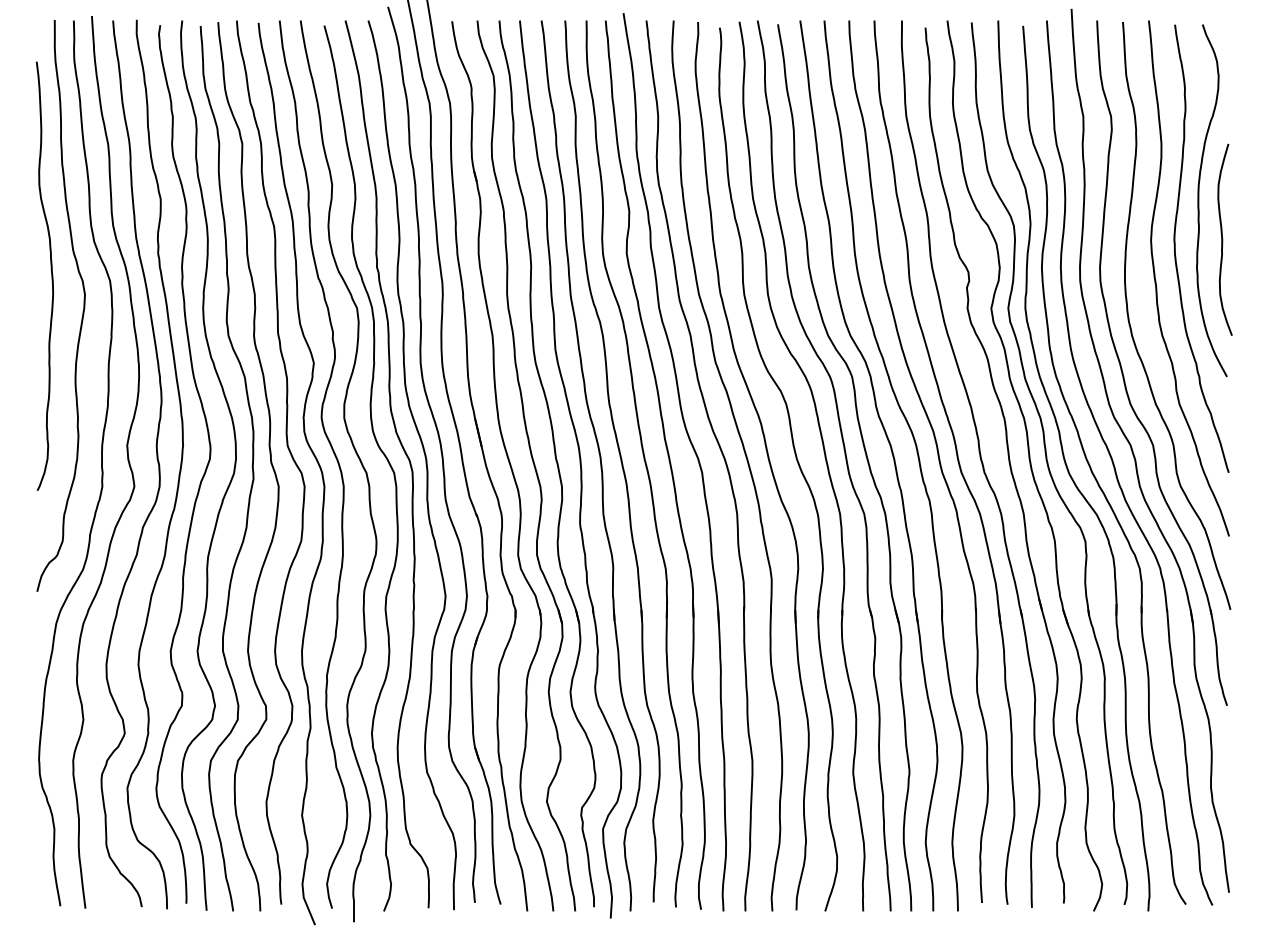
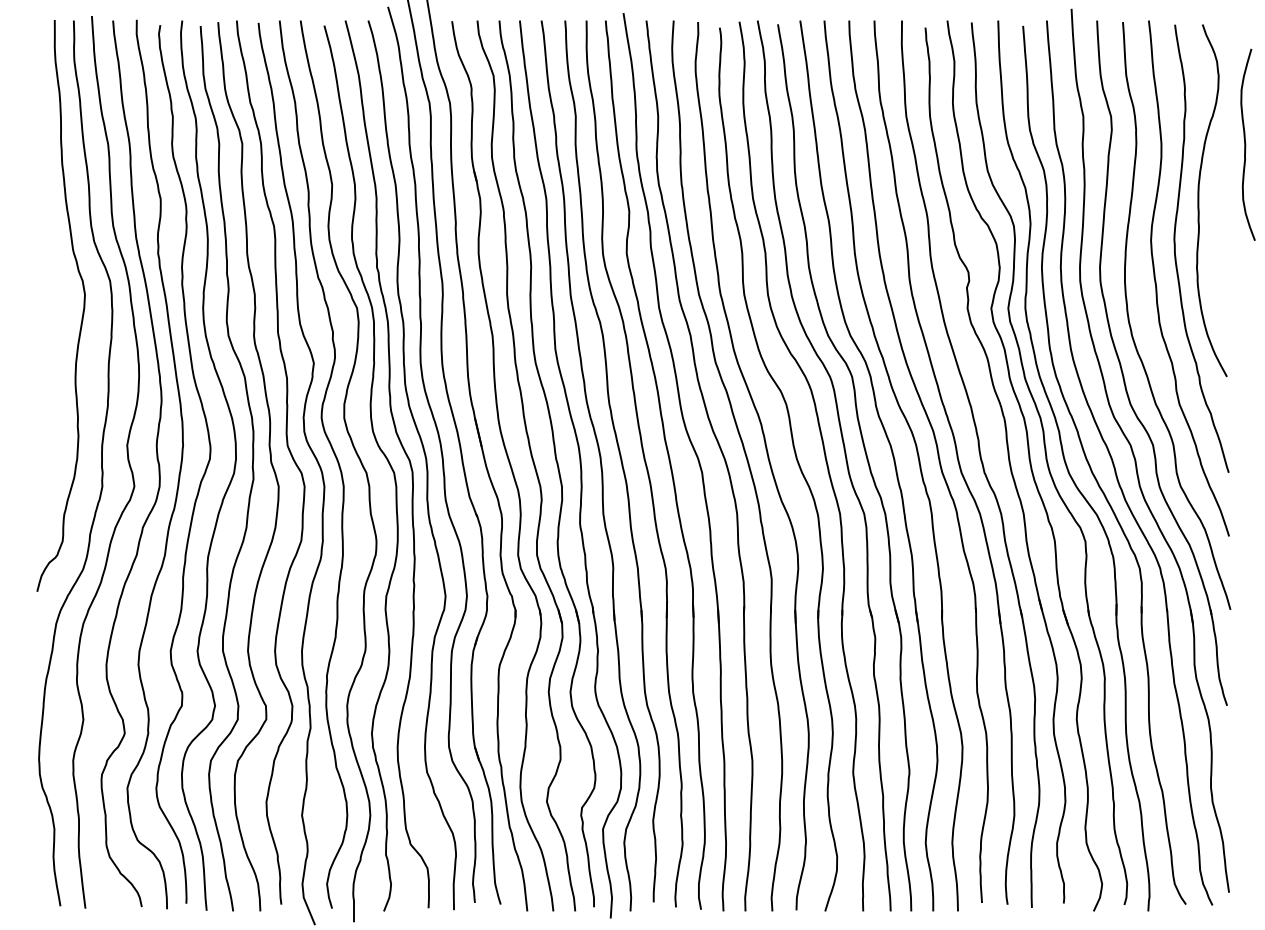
curve at (1223, 239) position: (1223, 239) -> (1246, 144)
curve at (51, 275): present -> none
